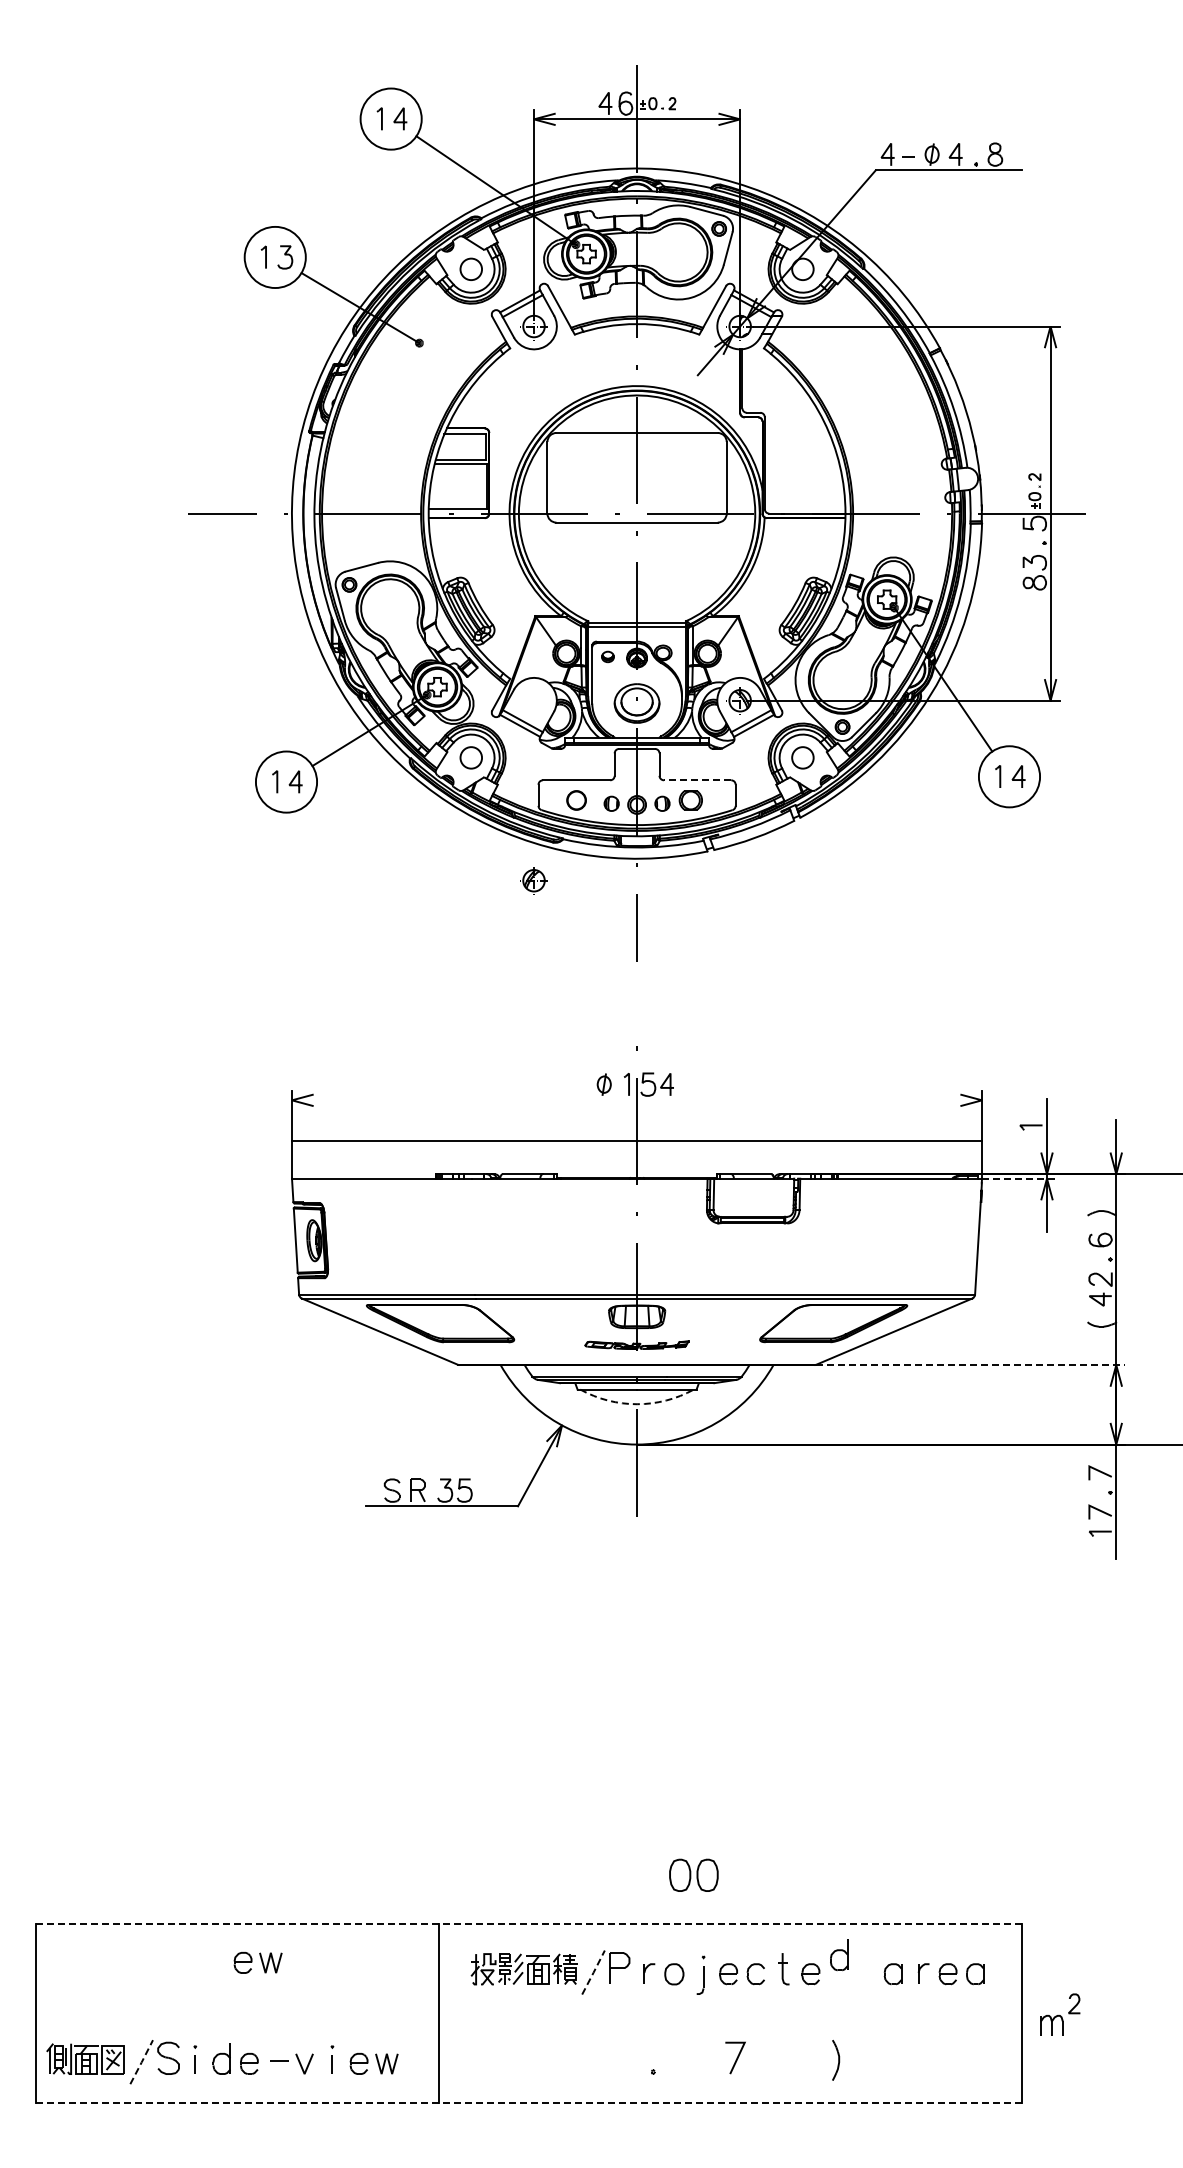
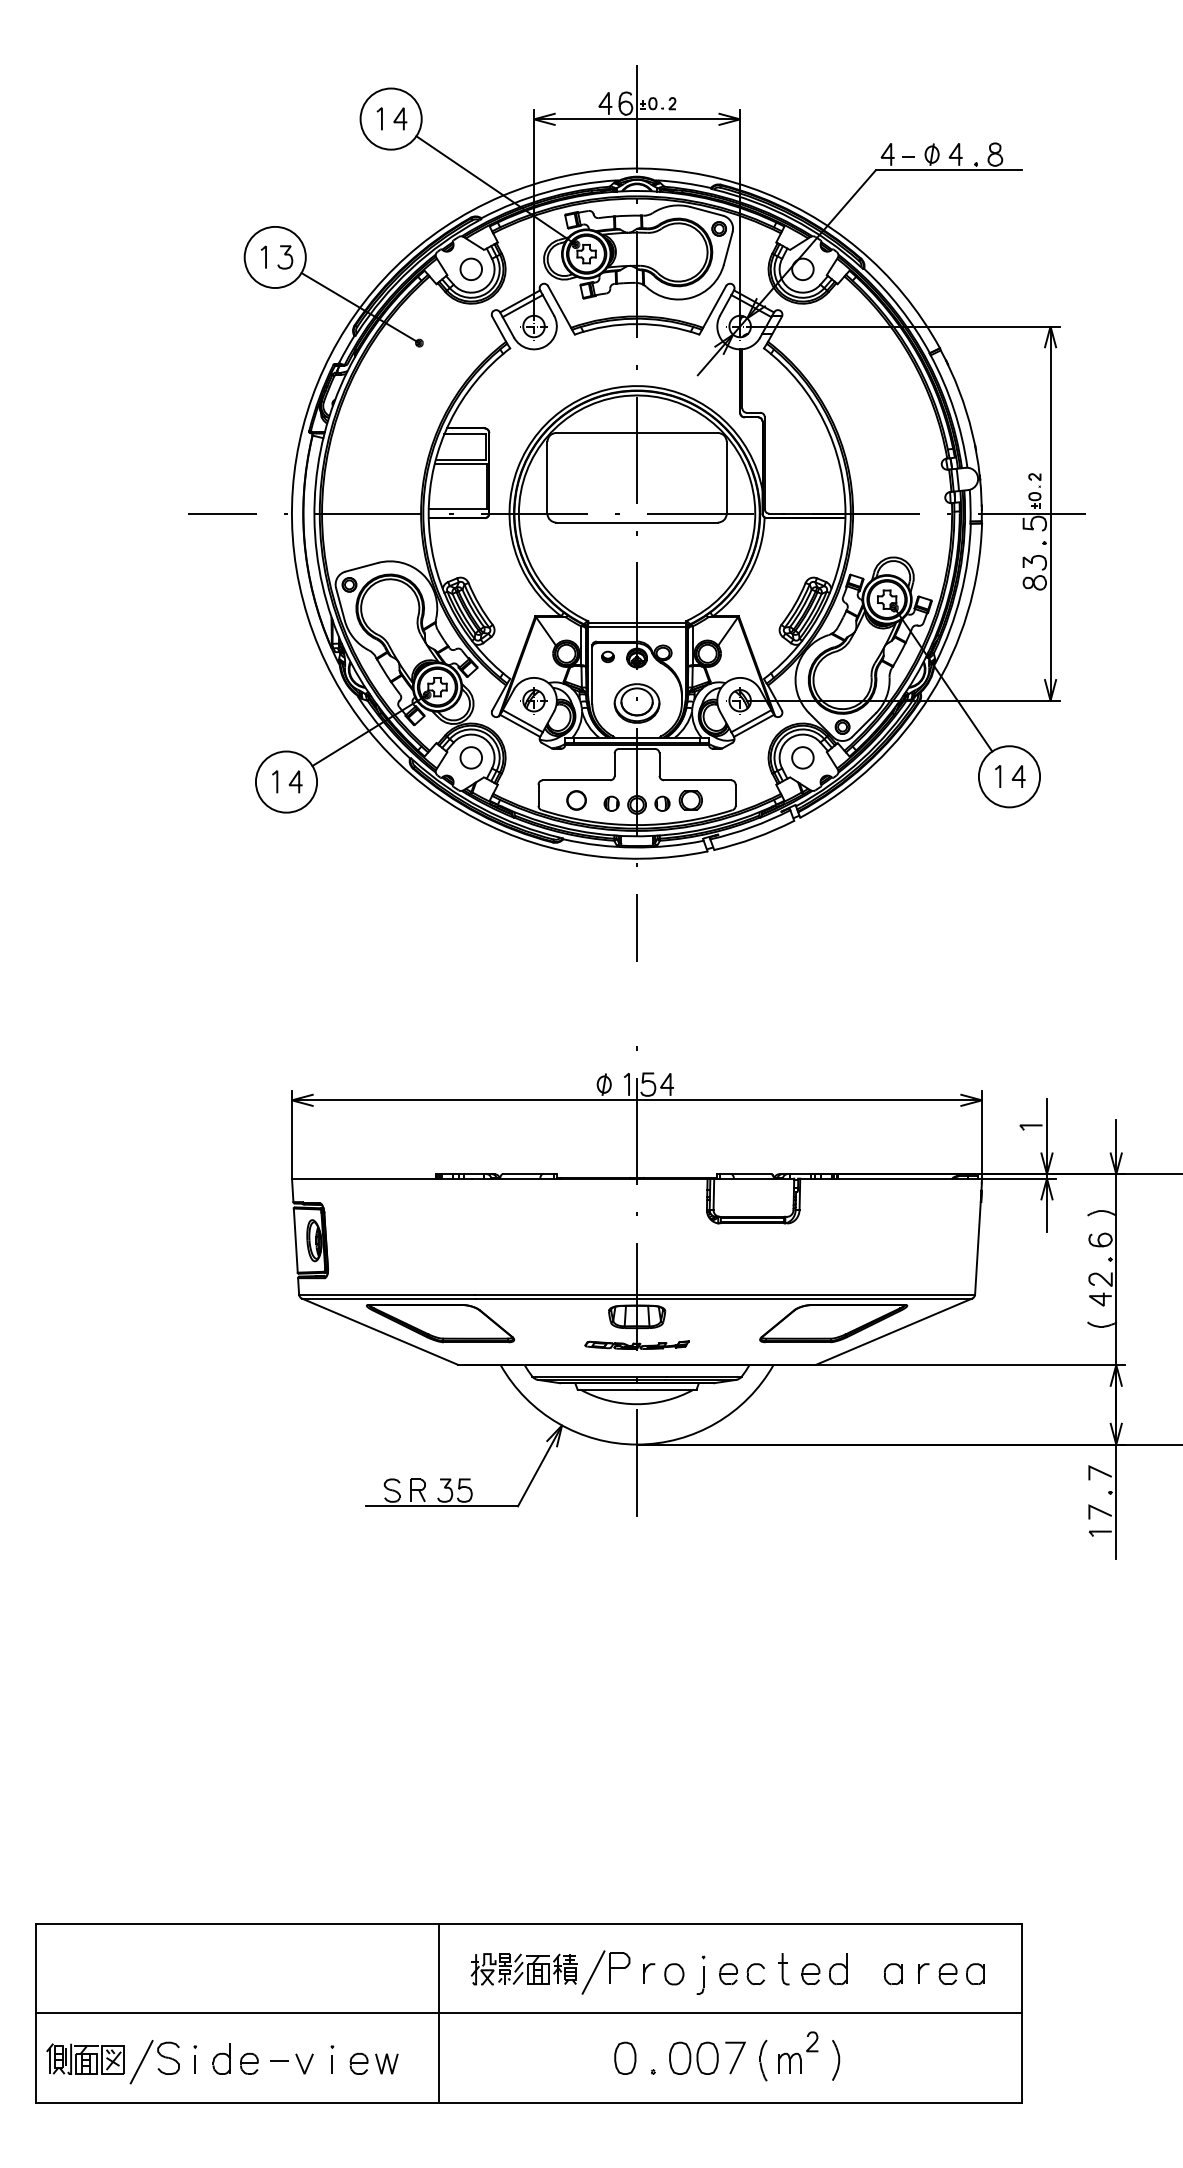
line at (697, 780): dashed -> solid
part at (533, 880) position: (533, 880) -> (533, 700)
line at (637, 1141) position: (637, 1141) -> (637, 1100)
line at (1019, 1178): dashed -> solid
line at (971, 1365): dashed -> solid
arc at (637, 1404): dashed -> solid
part at (693, 1874) position: (693, 1874) -> (693, 2057)
line at (528, 1923): dashed -> solid
part at (839, 1955) position: (839, 1955) -> (838, 1969)
part at (257, 1962): present -> none
line at (593, 1972): dashed -> solid
line at (528, 2013): none -> present
part at (1060, 2014) position: (1060, 2014) -> (798, 2052)
part at (625, 2057): none -> present
part at (763, 2060): none -> present
line at (141, 2062): dashed -> solid
line at (528, 2102): dashed -> solid
